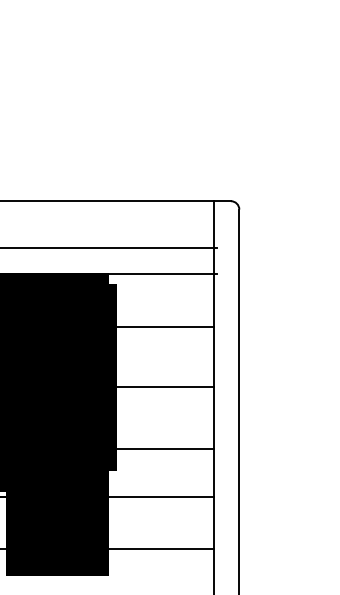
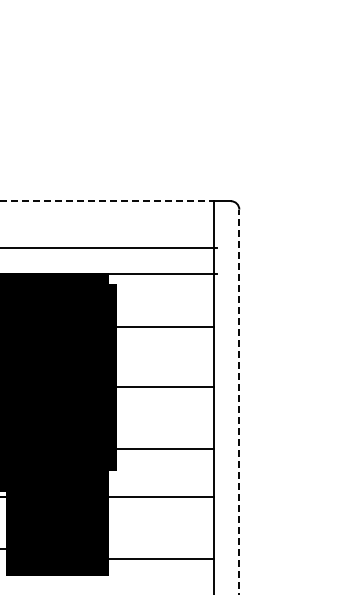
line at (107, 201): solid -> dashed
line at (239, 401): solid -> dashed
line at (160, 549) position: (160, 549) -> (160, 559)
